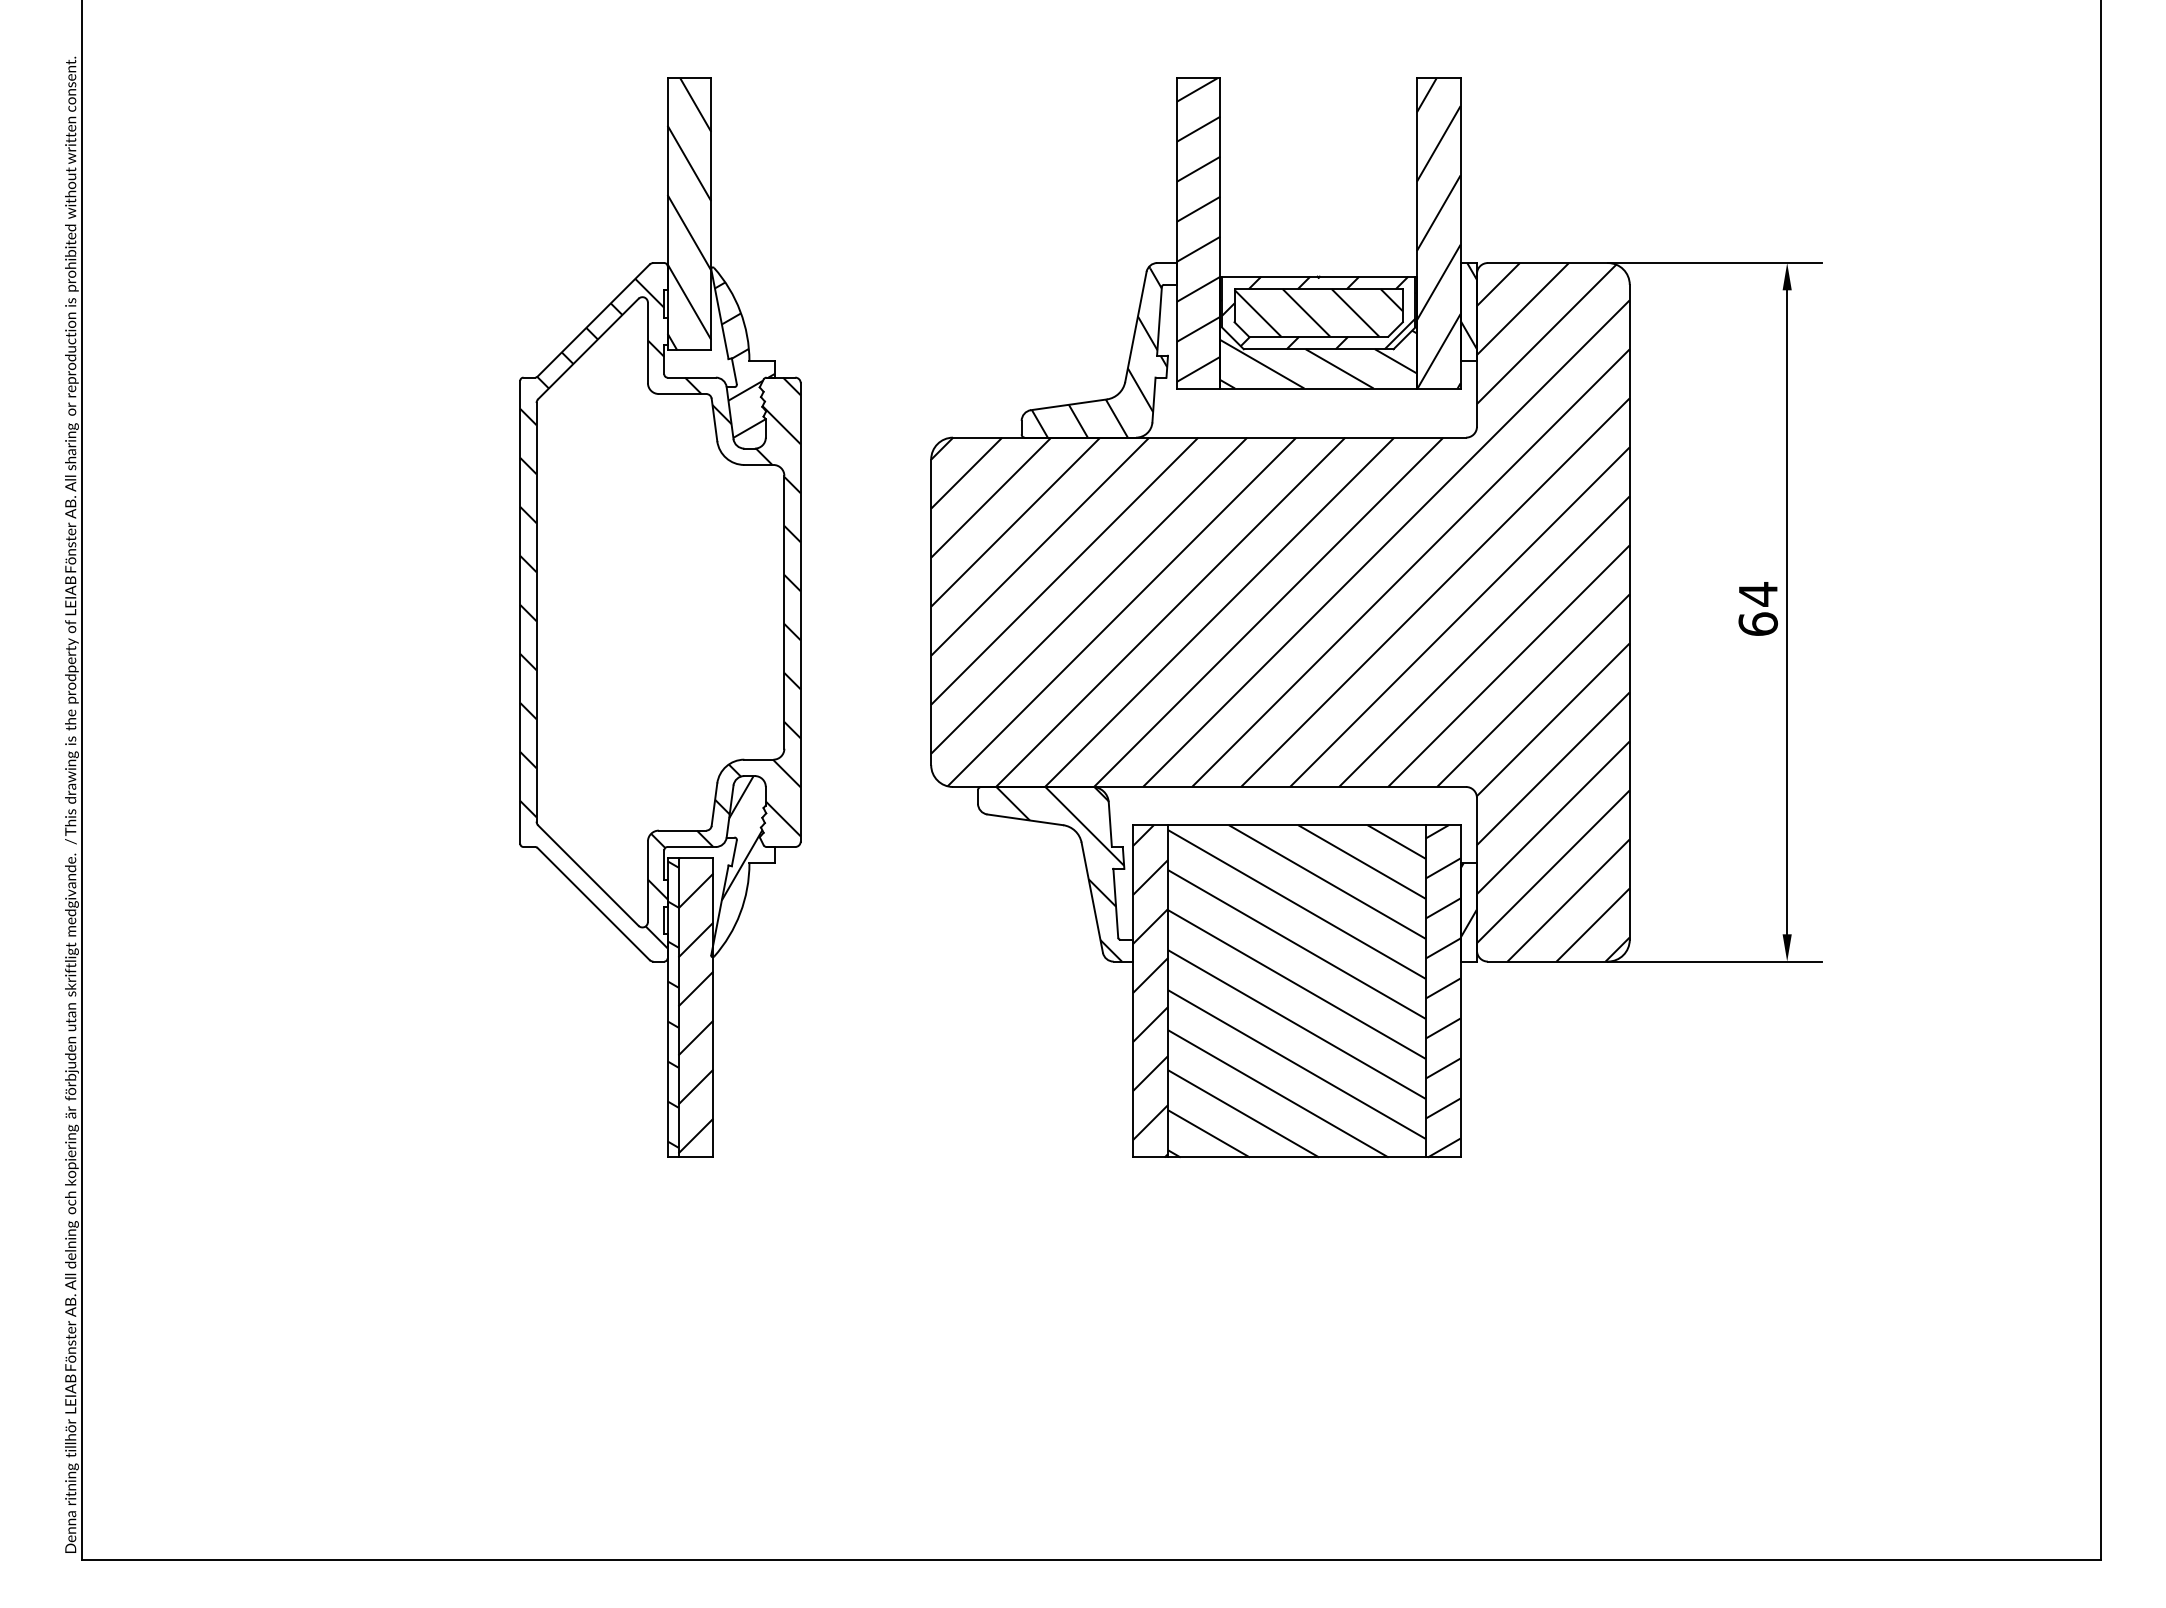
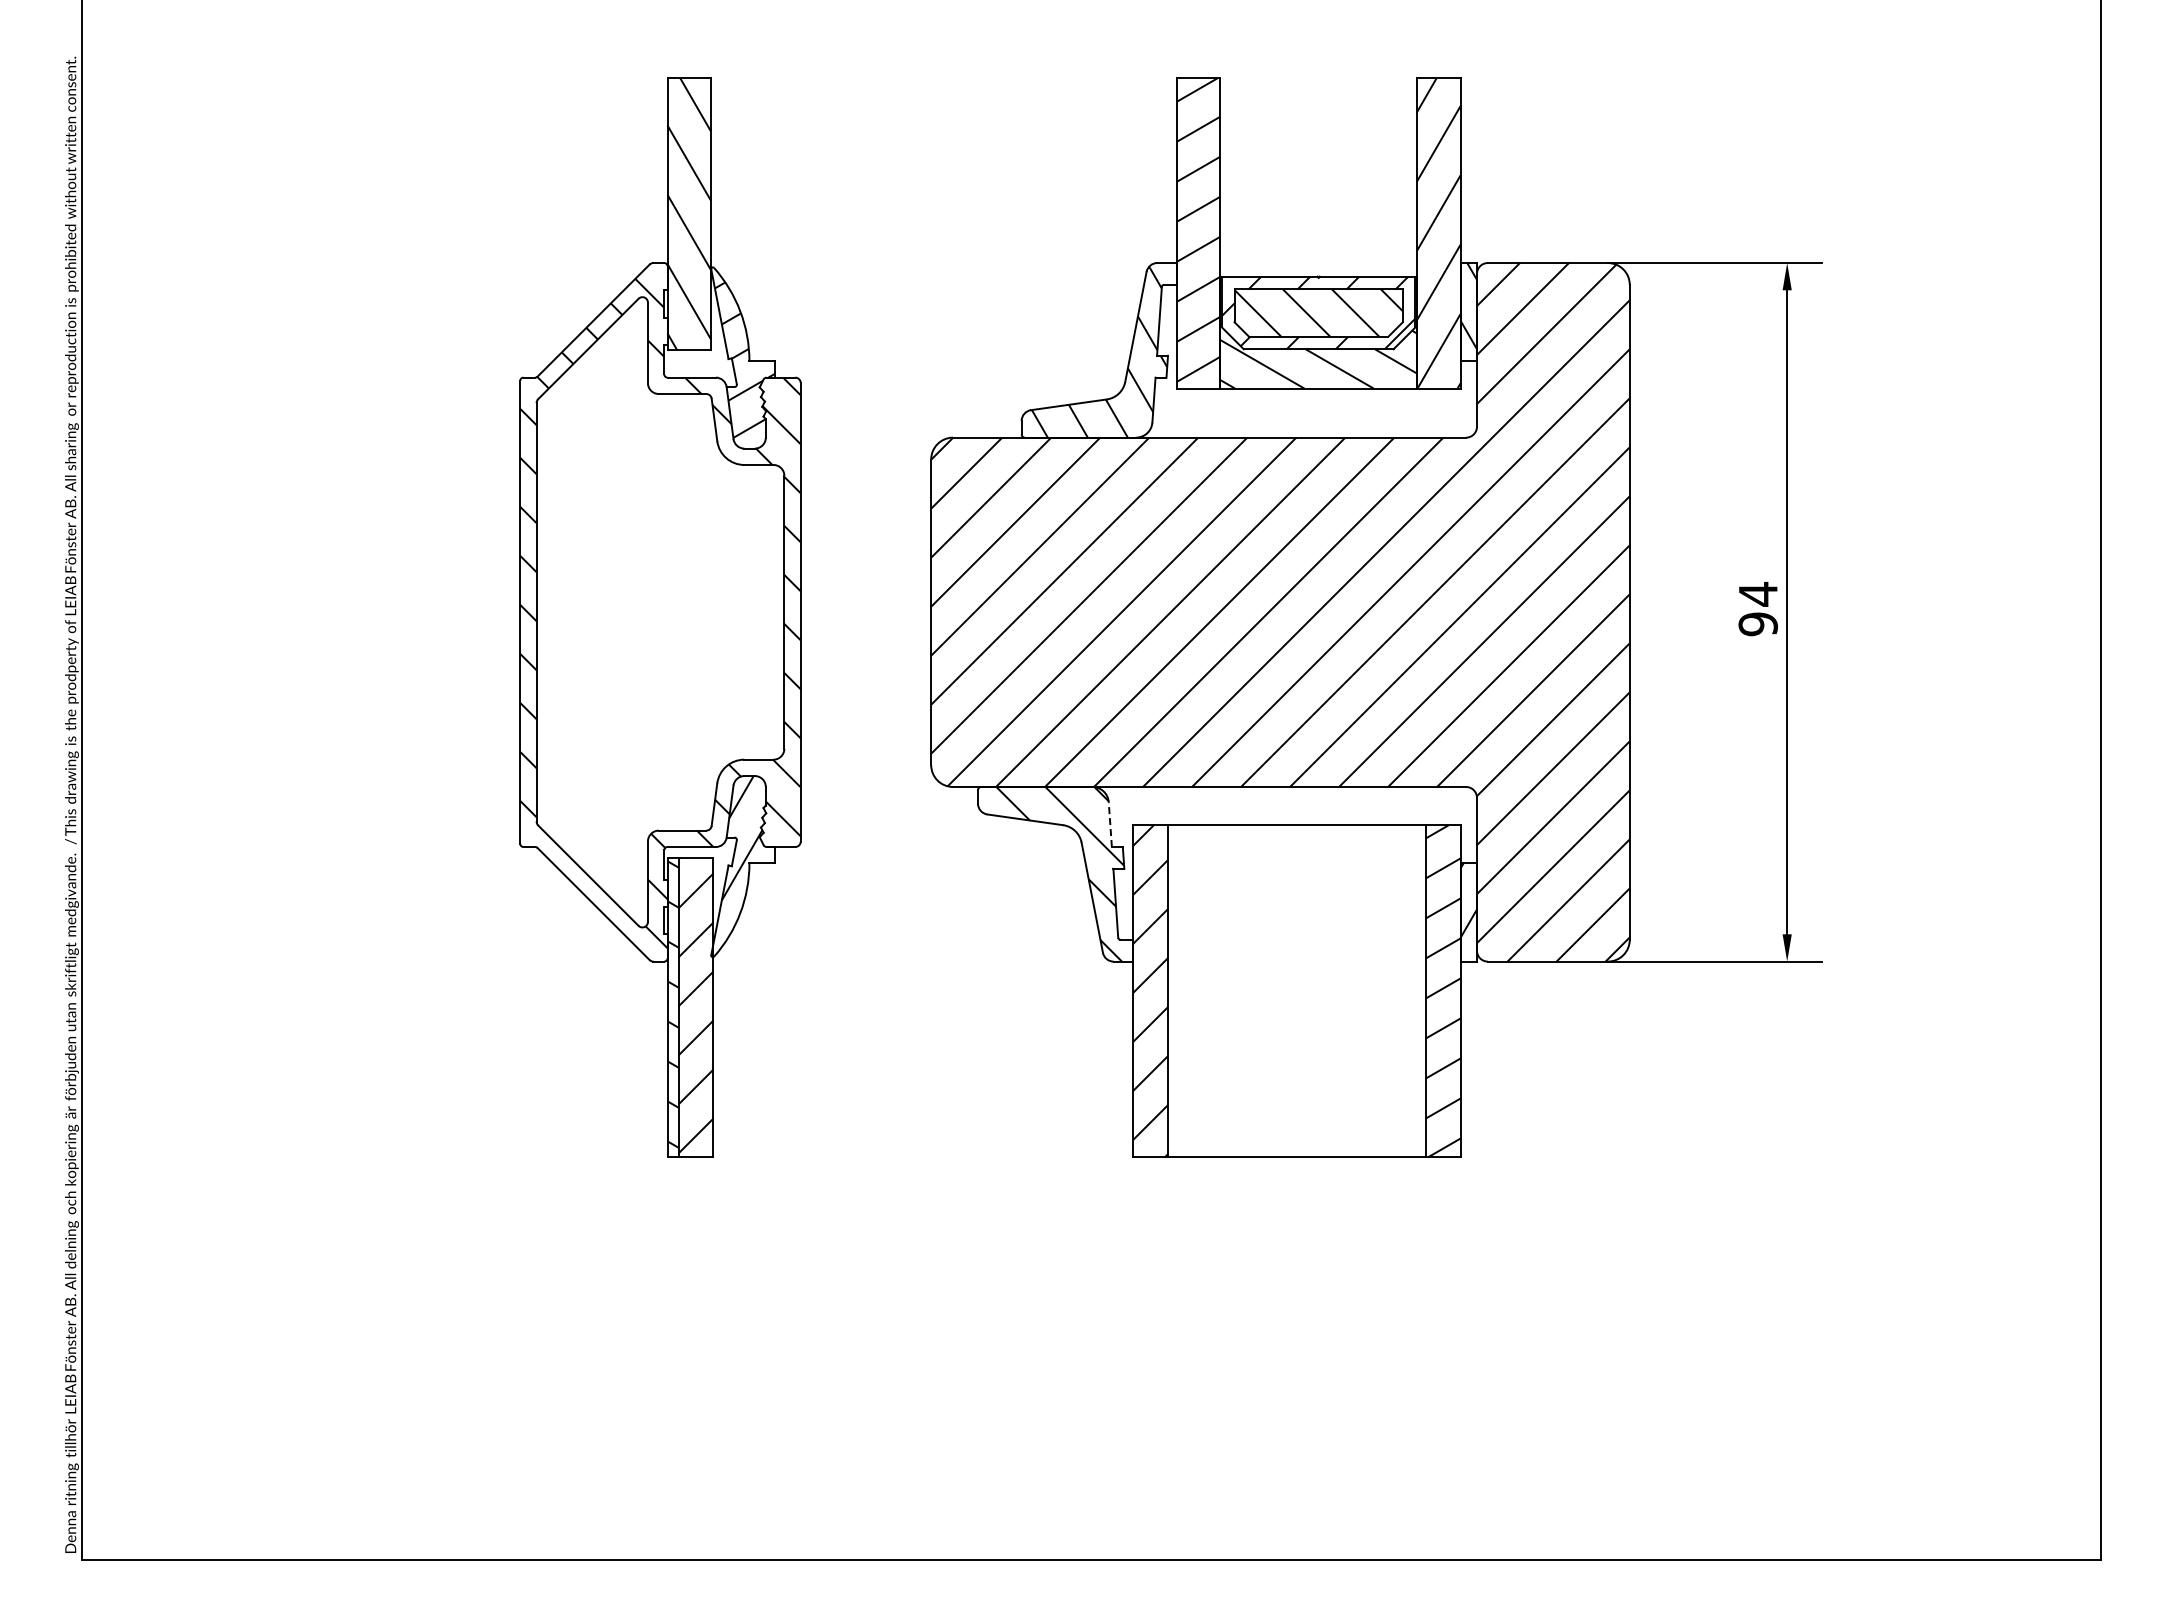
text at (1758, 624): 64 -> 94
line at (1110, 824): solid -> dashed
hatch at (1296, 991): present -> none
